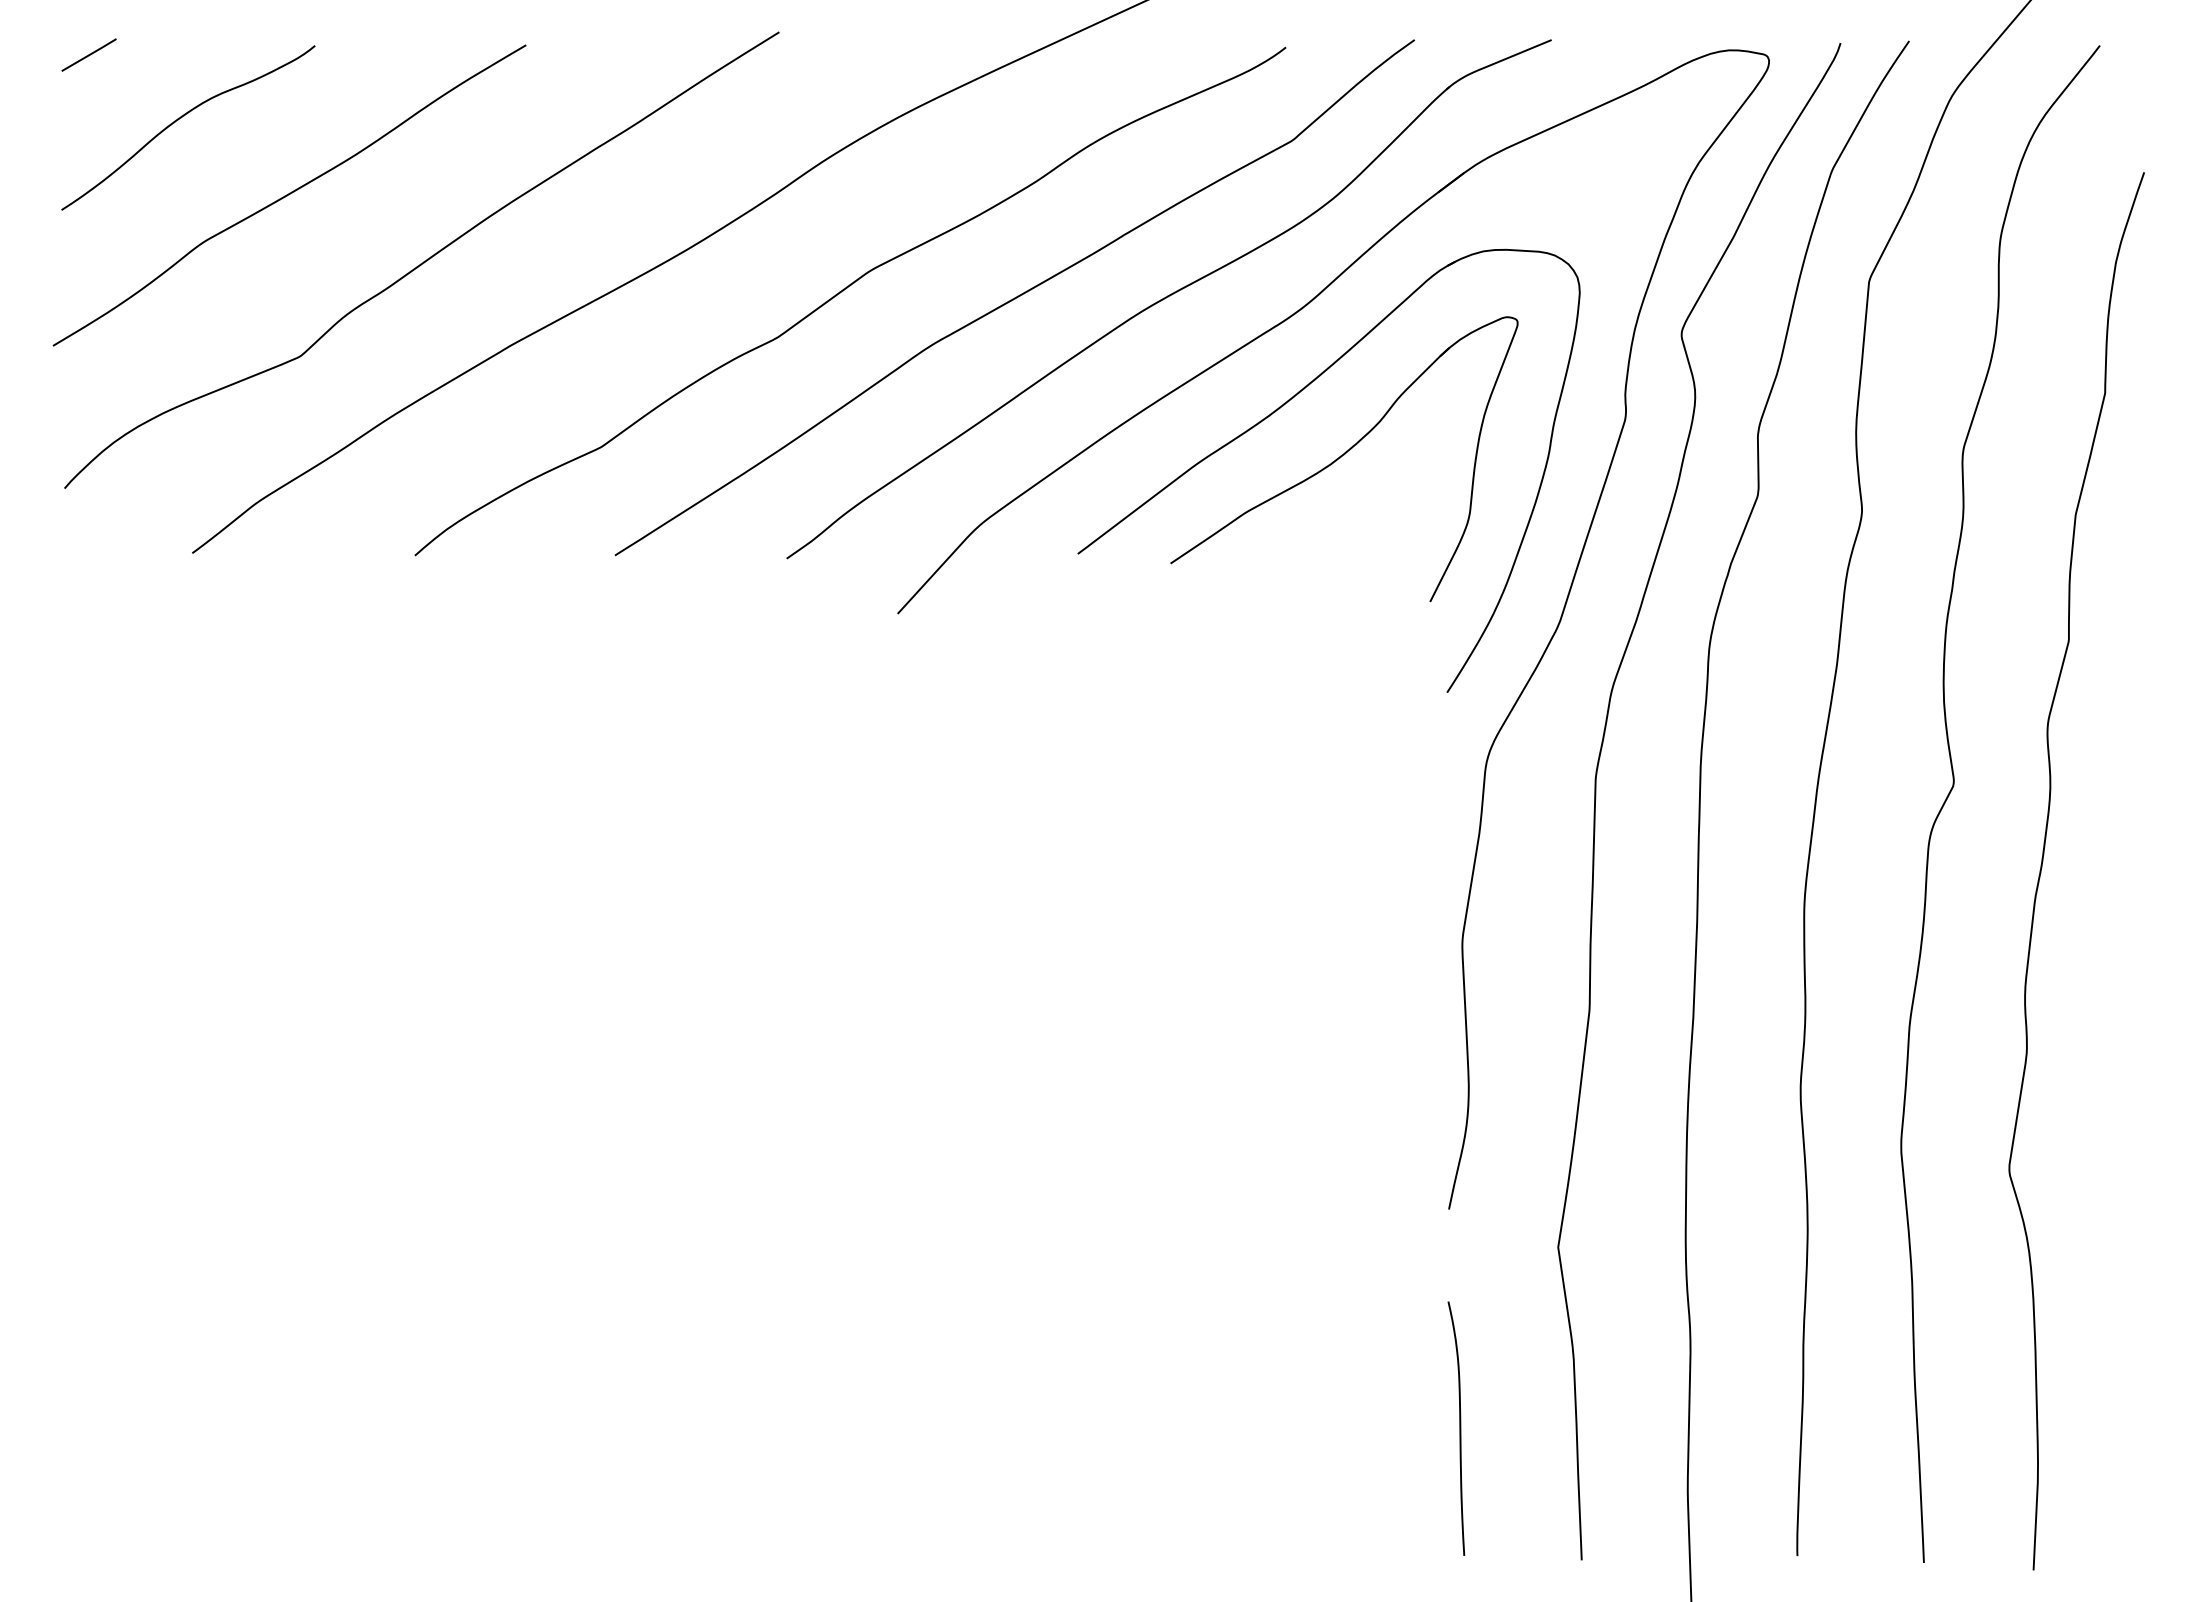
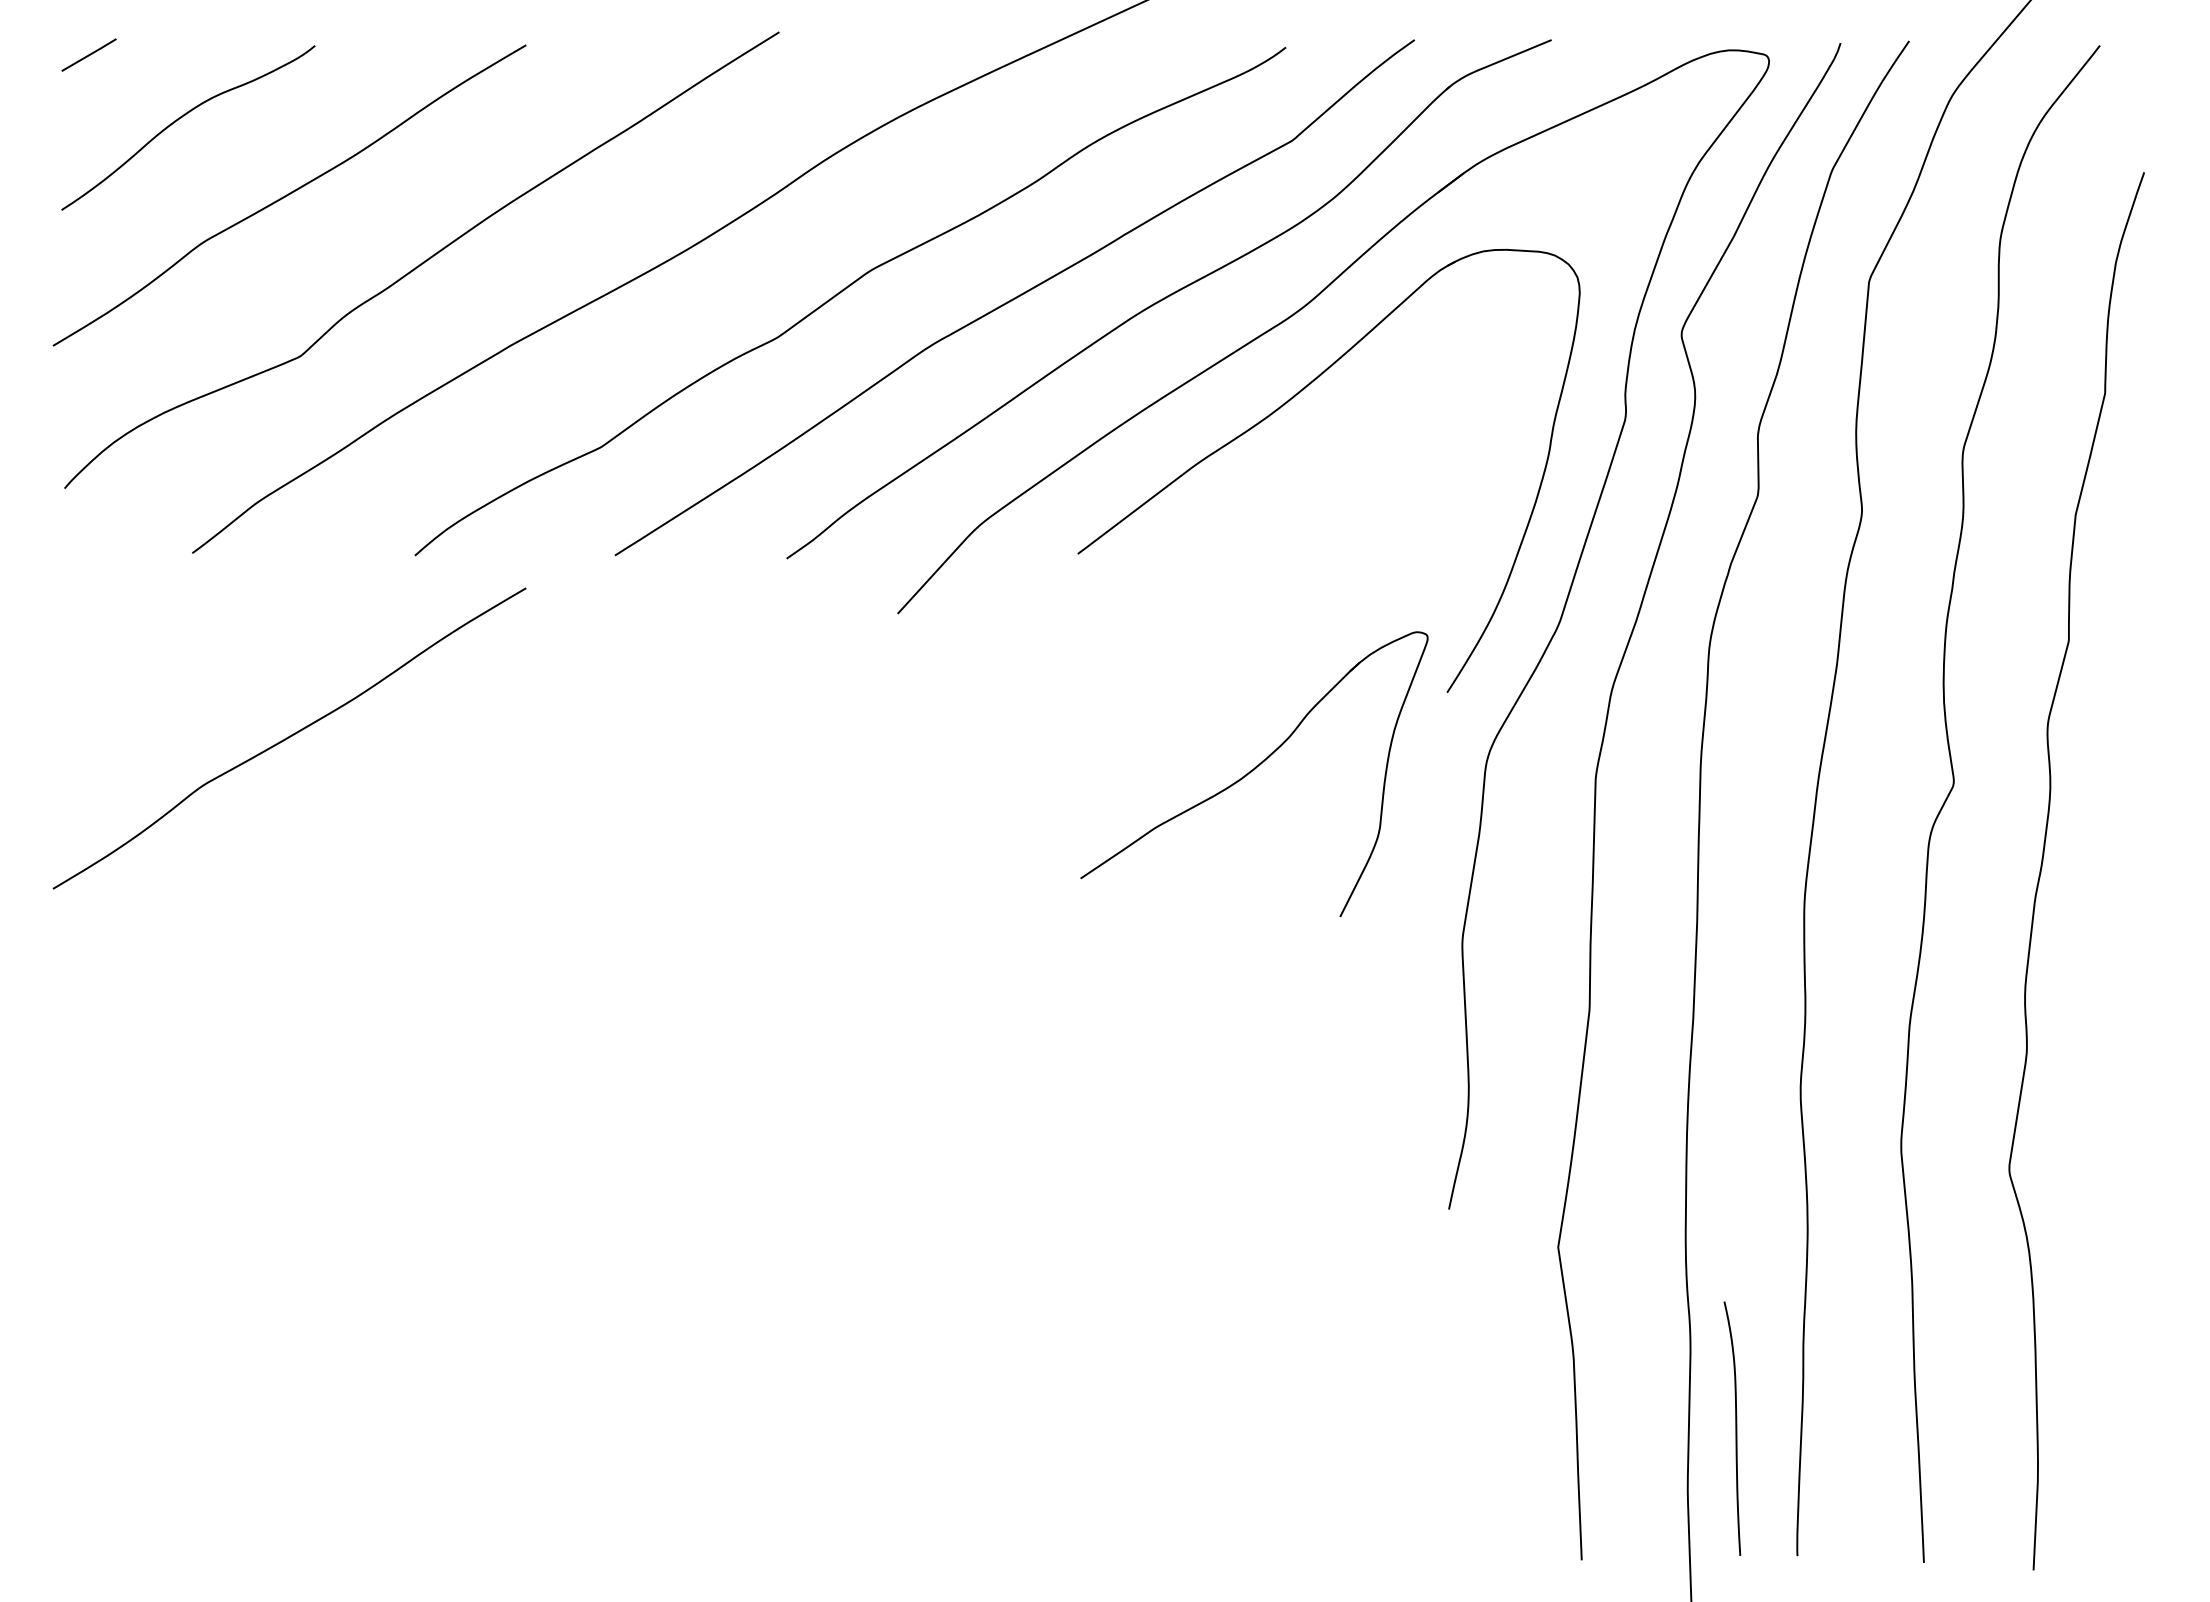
part at (1344, 459) position: (1344, 459) -> (1254, 774)
curve at (289, 738): none -> present
curve at (1459, 1428) position: (1459, 1428) -> (1735, 1428)
